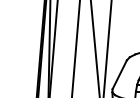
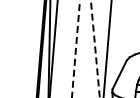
line at (75, 48): solid -> dashed
line at (95, 48): solid -> dashed
